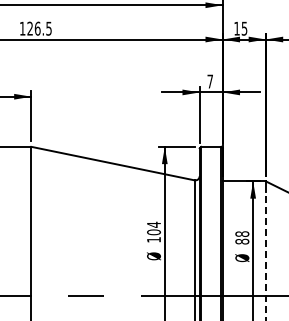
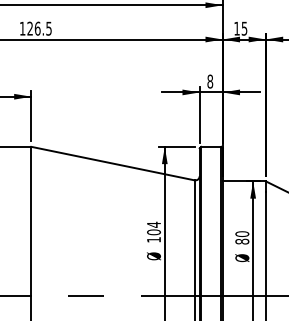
text at (210, 81): 7 -> 8
text at (241, 234): 88 -> 80
line at (265, 255): dashed -> solid
